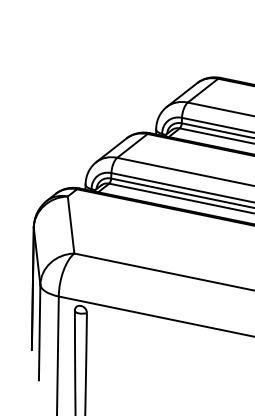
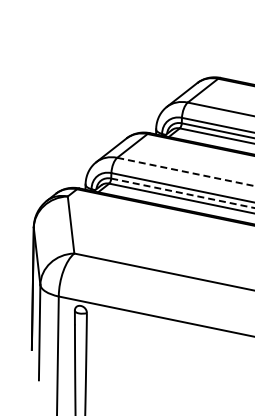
line at (185, 171): solid -> dashed
line at (183, 193): solid -> dashed
